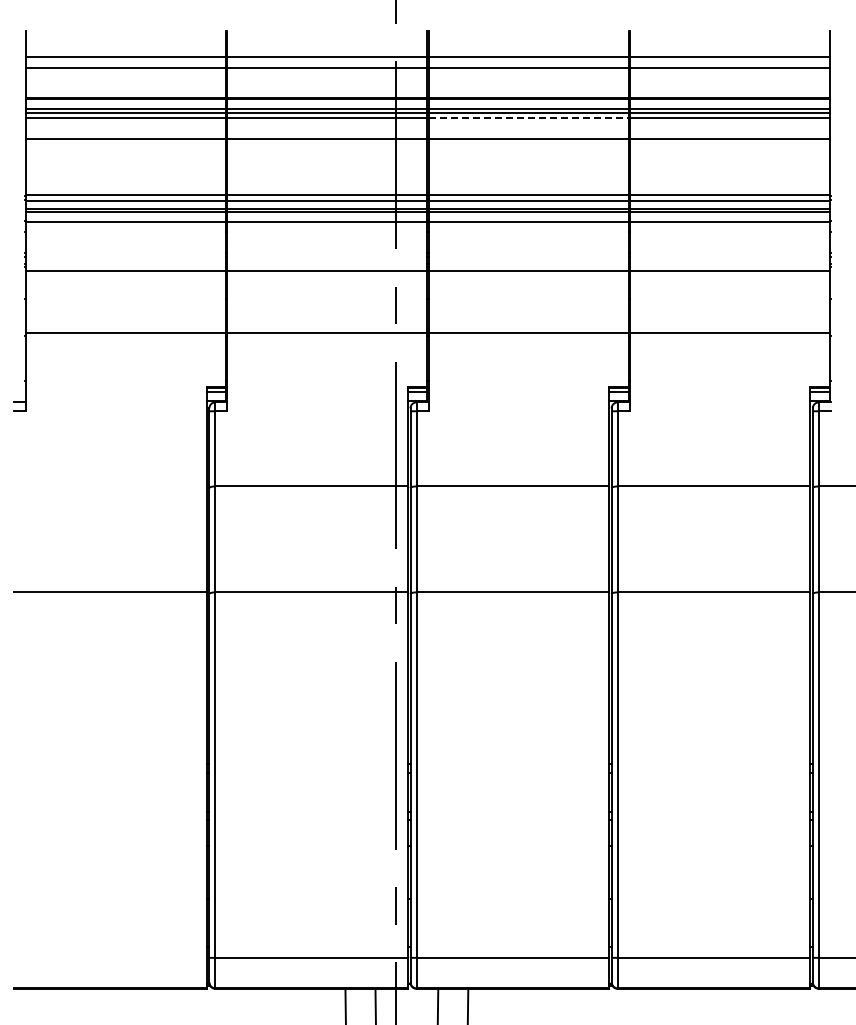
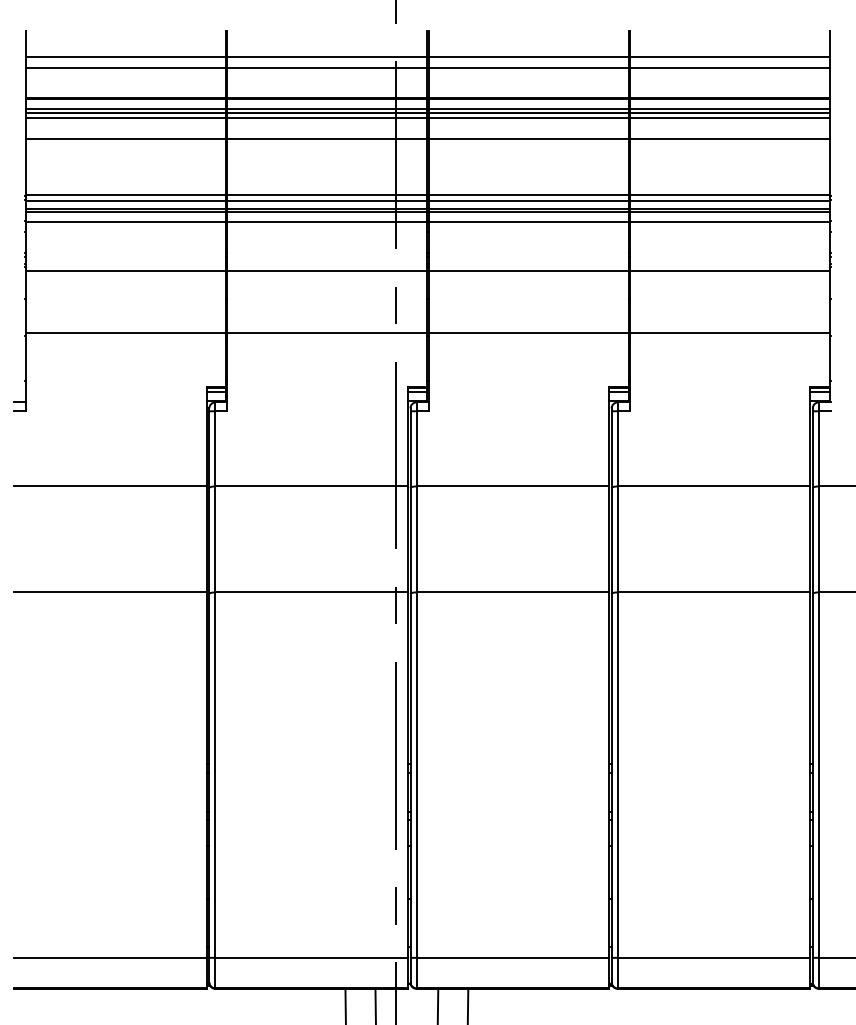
line at (529, 117): dashed -> solid
line at (110, 486): none -> present
line at (110, 957): none -> present
